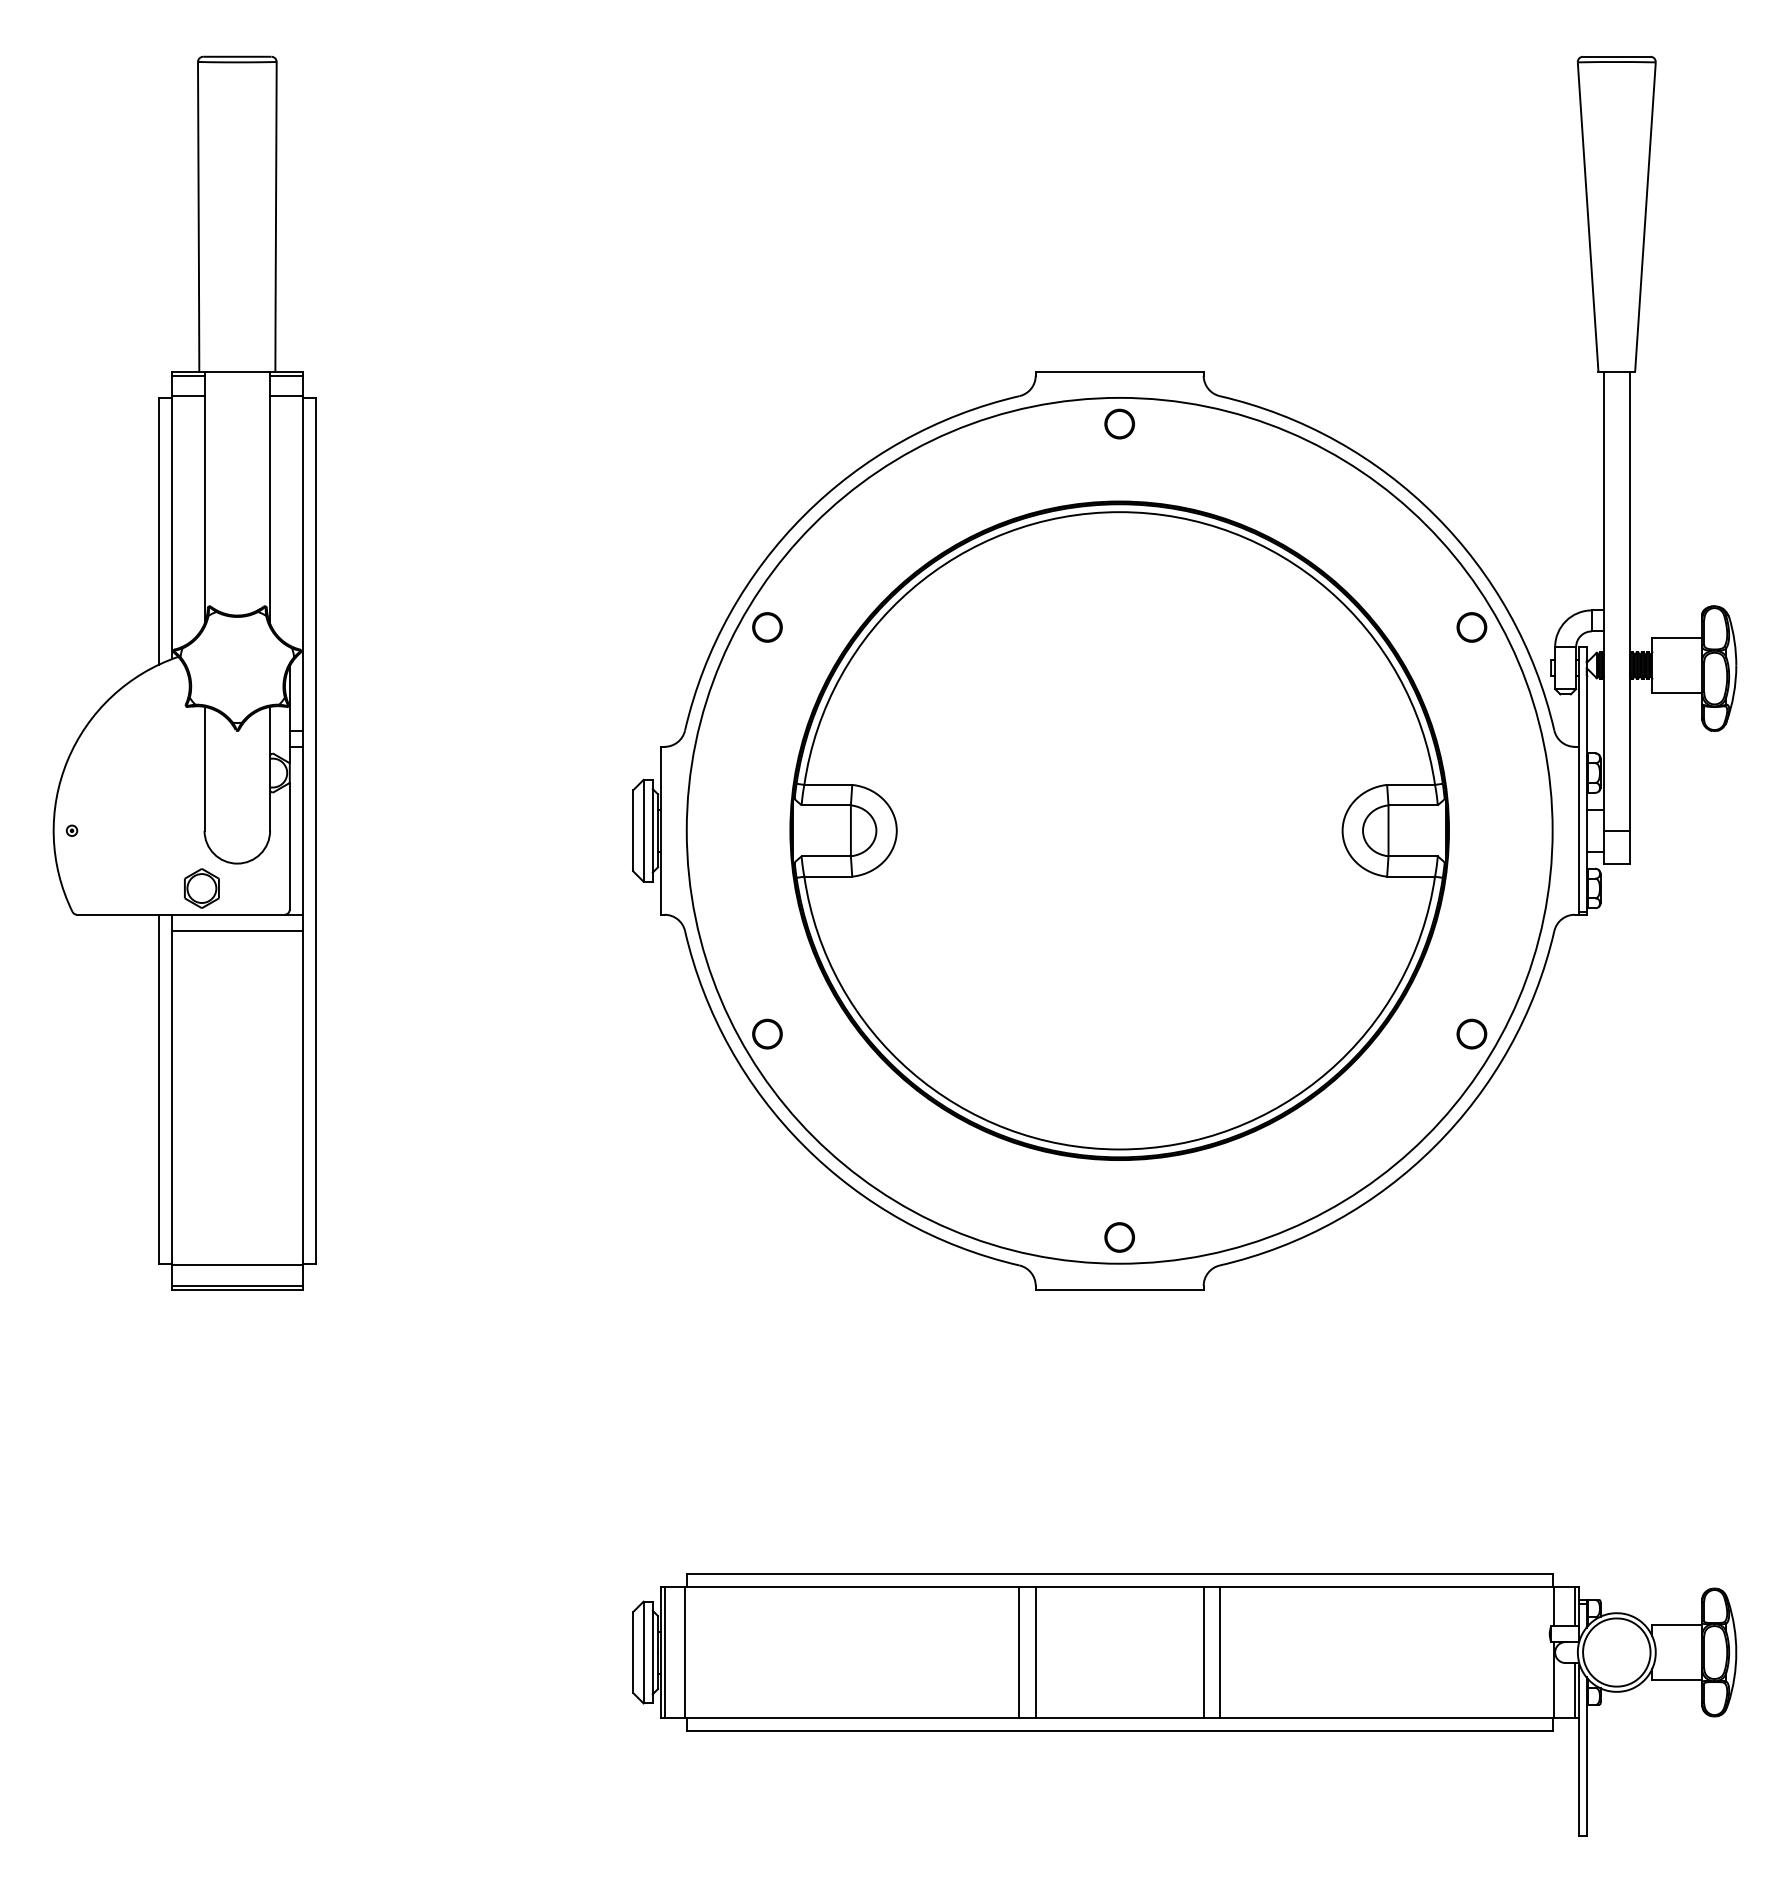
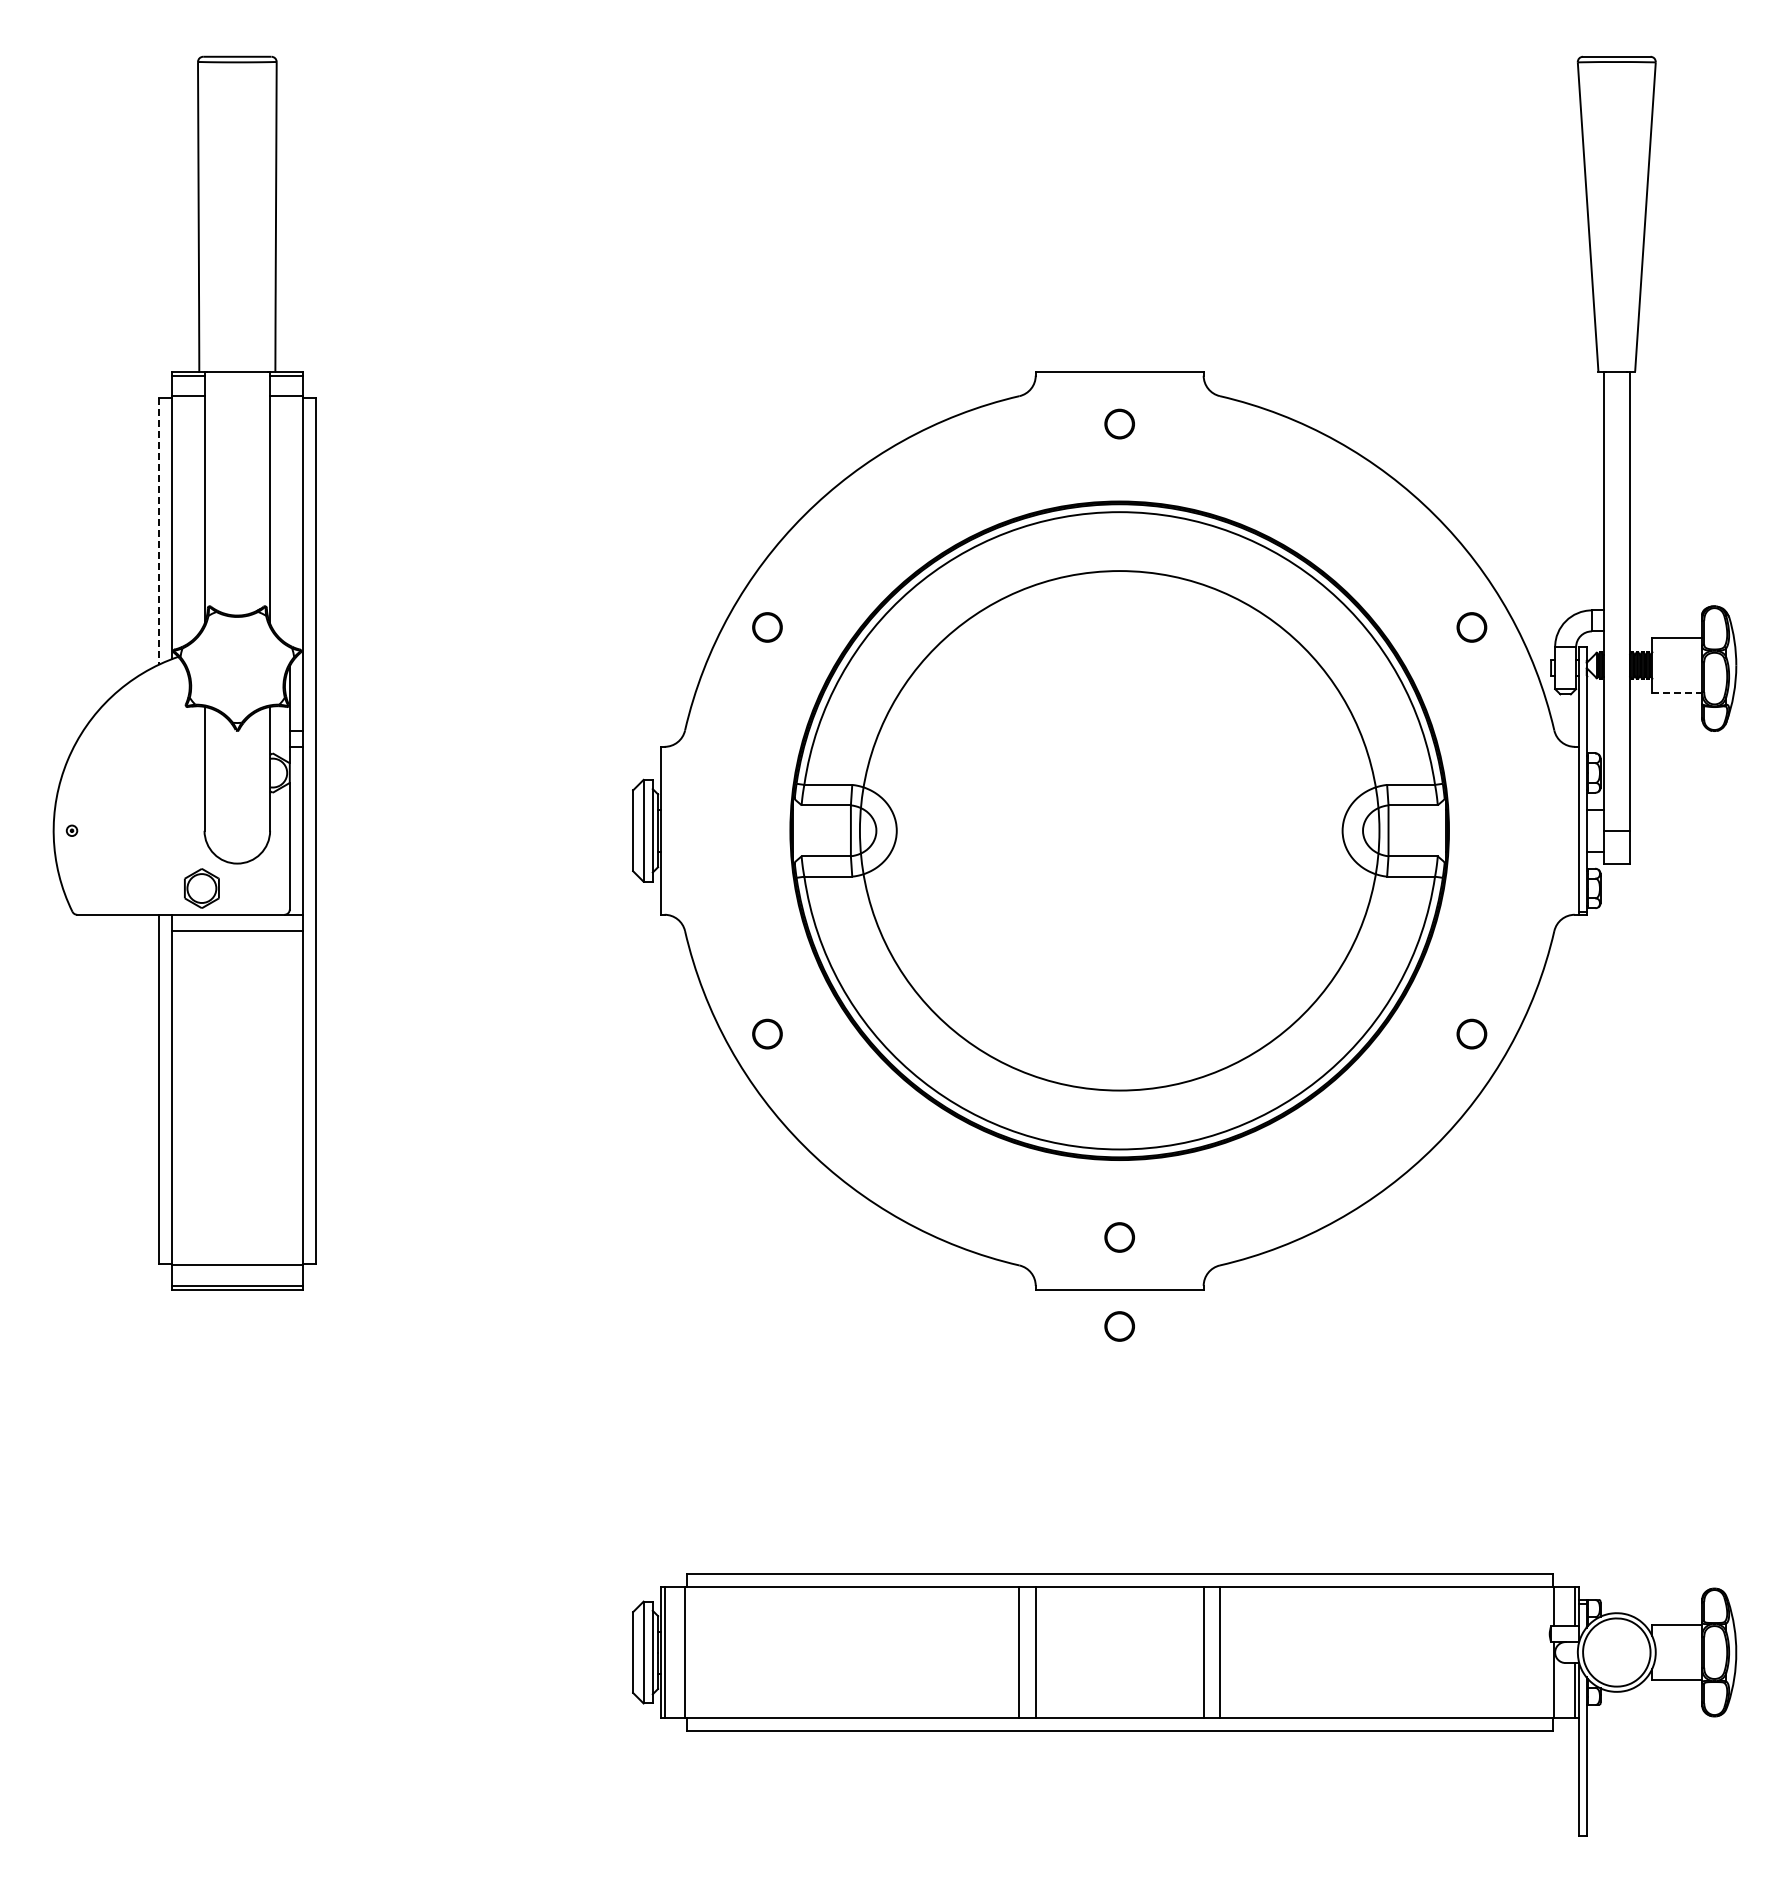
line at (158, 531): solid -> dashed
line at (1677, 693): solid -> dashed
circle at (1119, 830) diameter: 866 px -> 520 px
circle at (1119, 1326): none -> present
